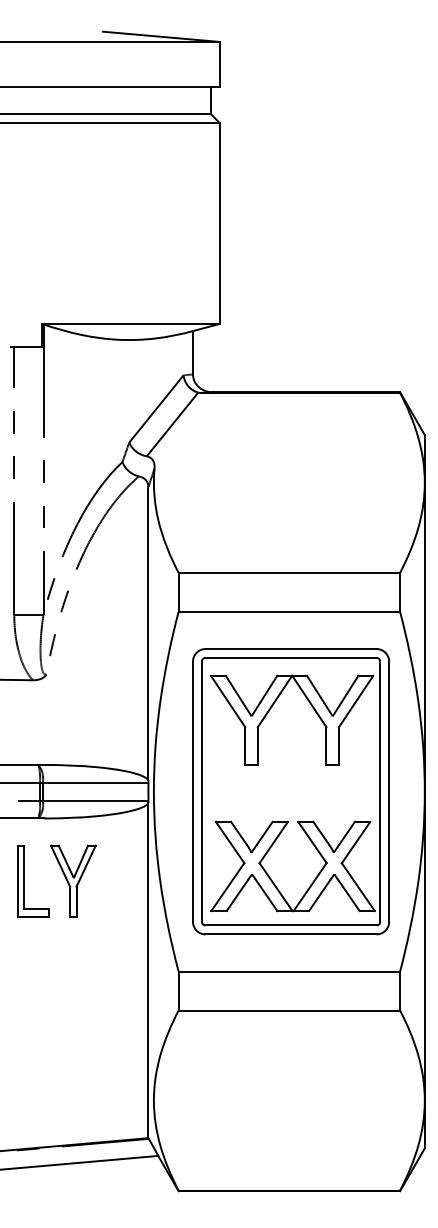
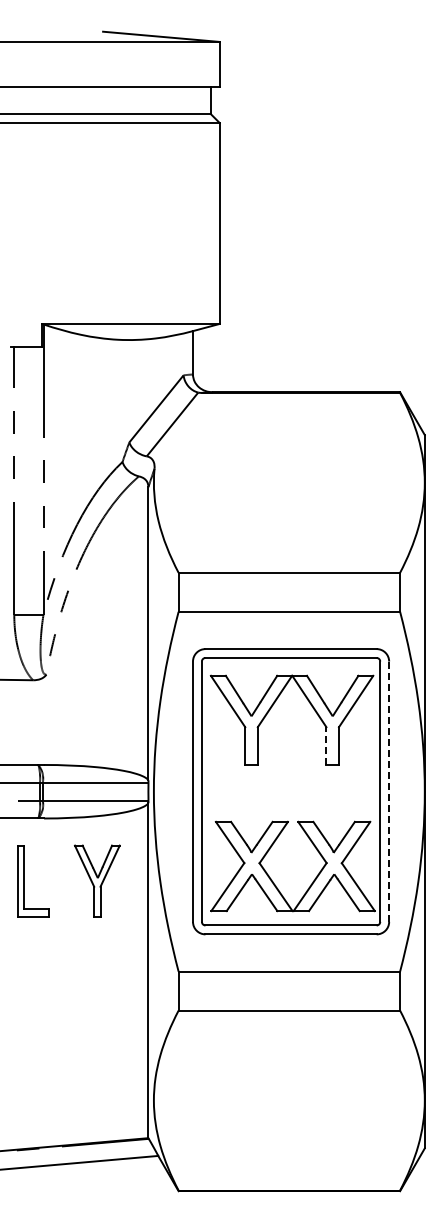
line at (326, 746): solid -> dashed
line at (389, 791): solid -> dashed
part at (73, 880) position: (73, 880) -> (97, 880)
